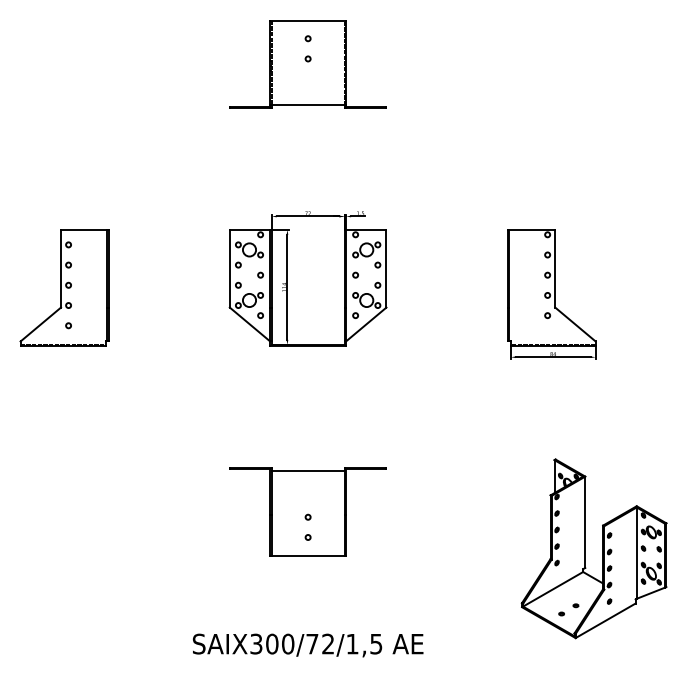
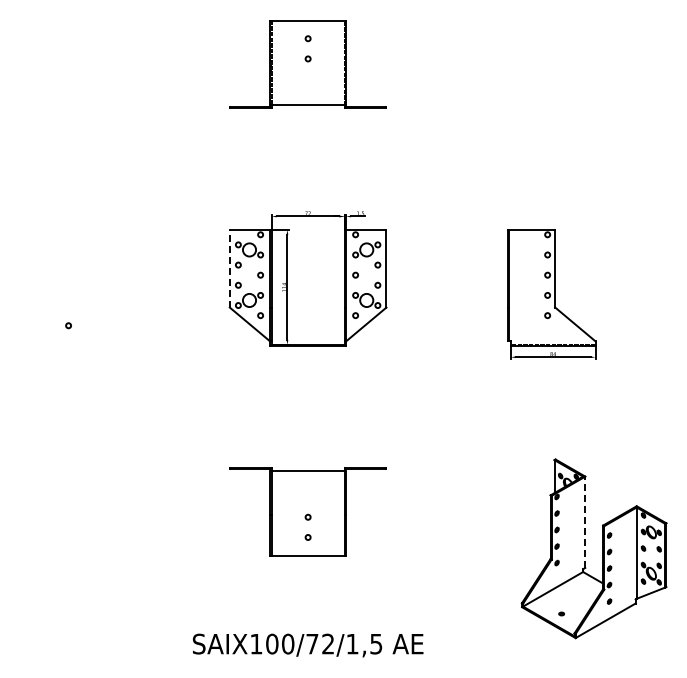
line at (229, 268): solid -> dashed
part at (64, 287): present -> none
line at (585, 522): solid -> dashed
part at (575, 605): present -> none
text at (256, 643): SAIX300/72/1,5 -> SAIX100/72/1,5
